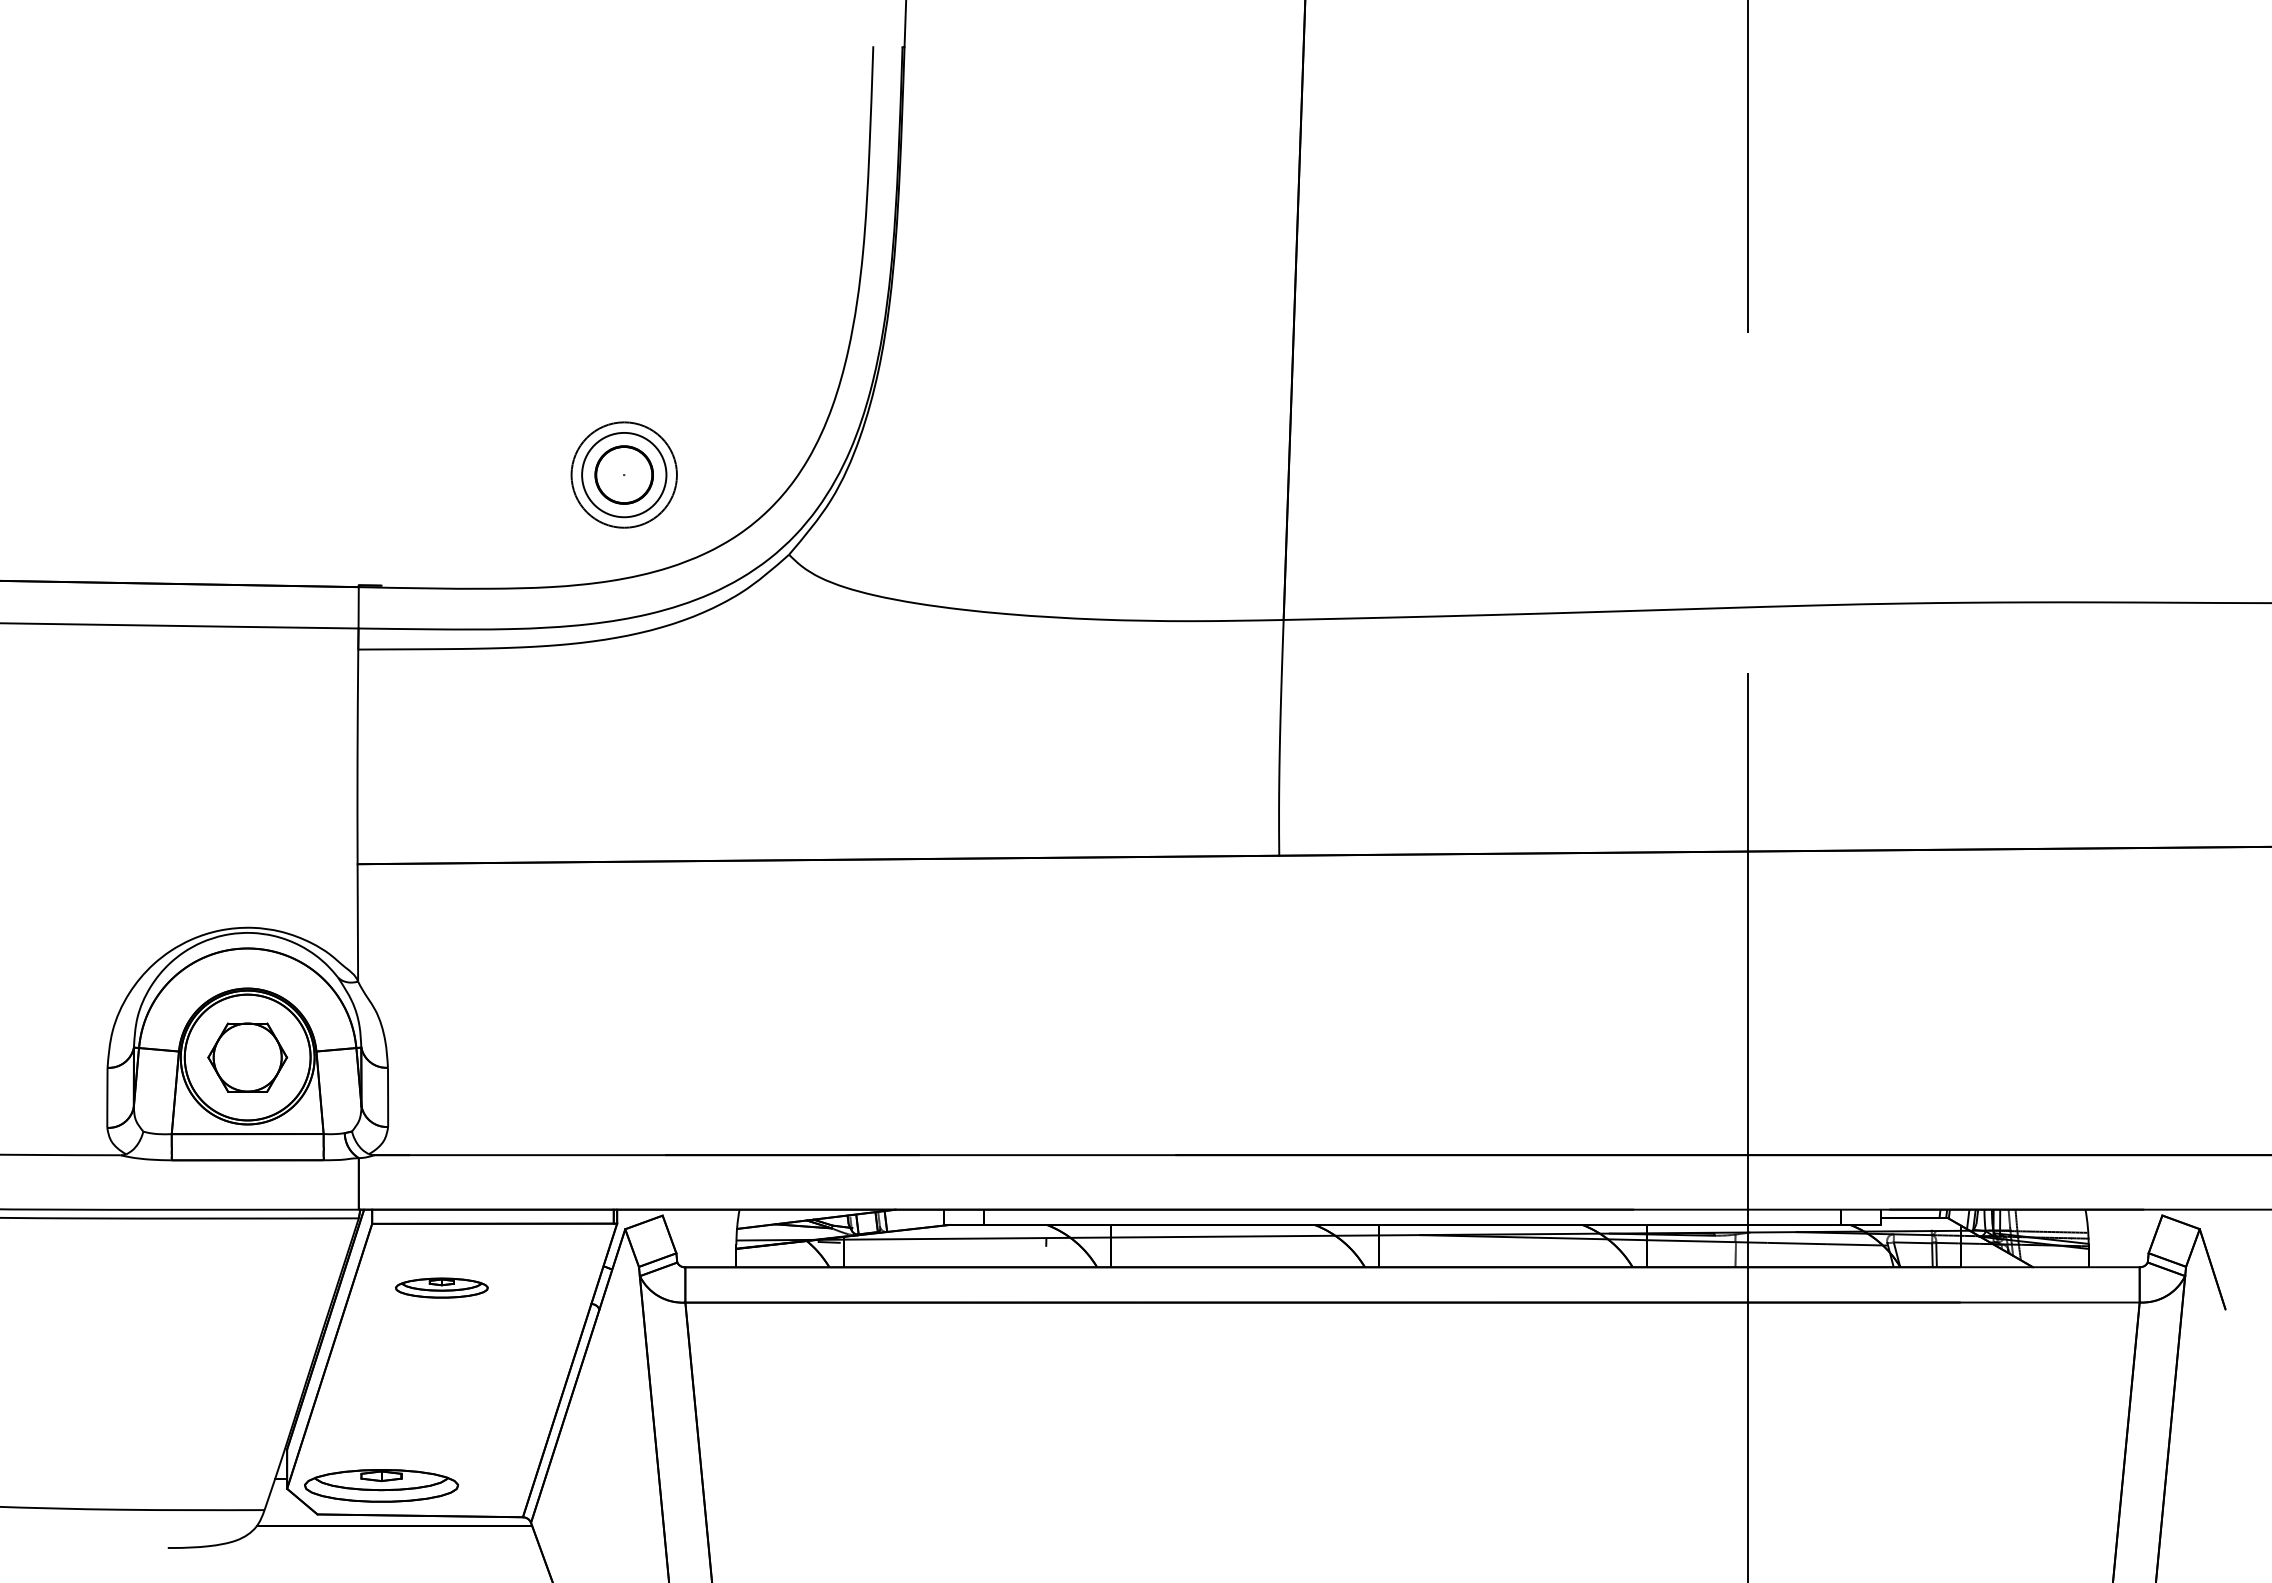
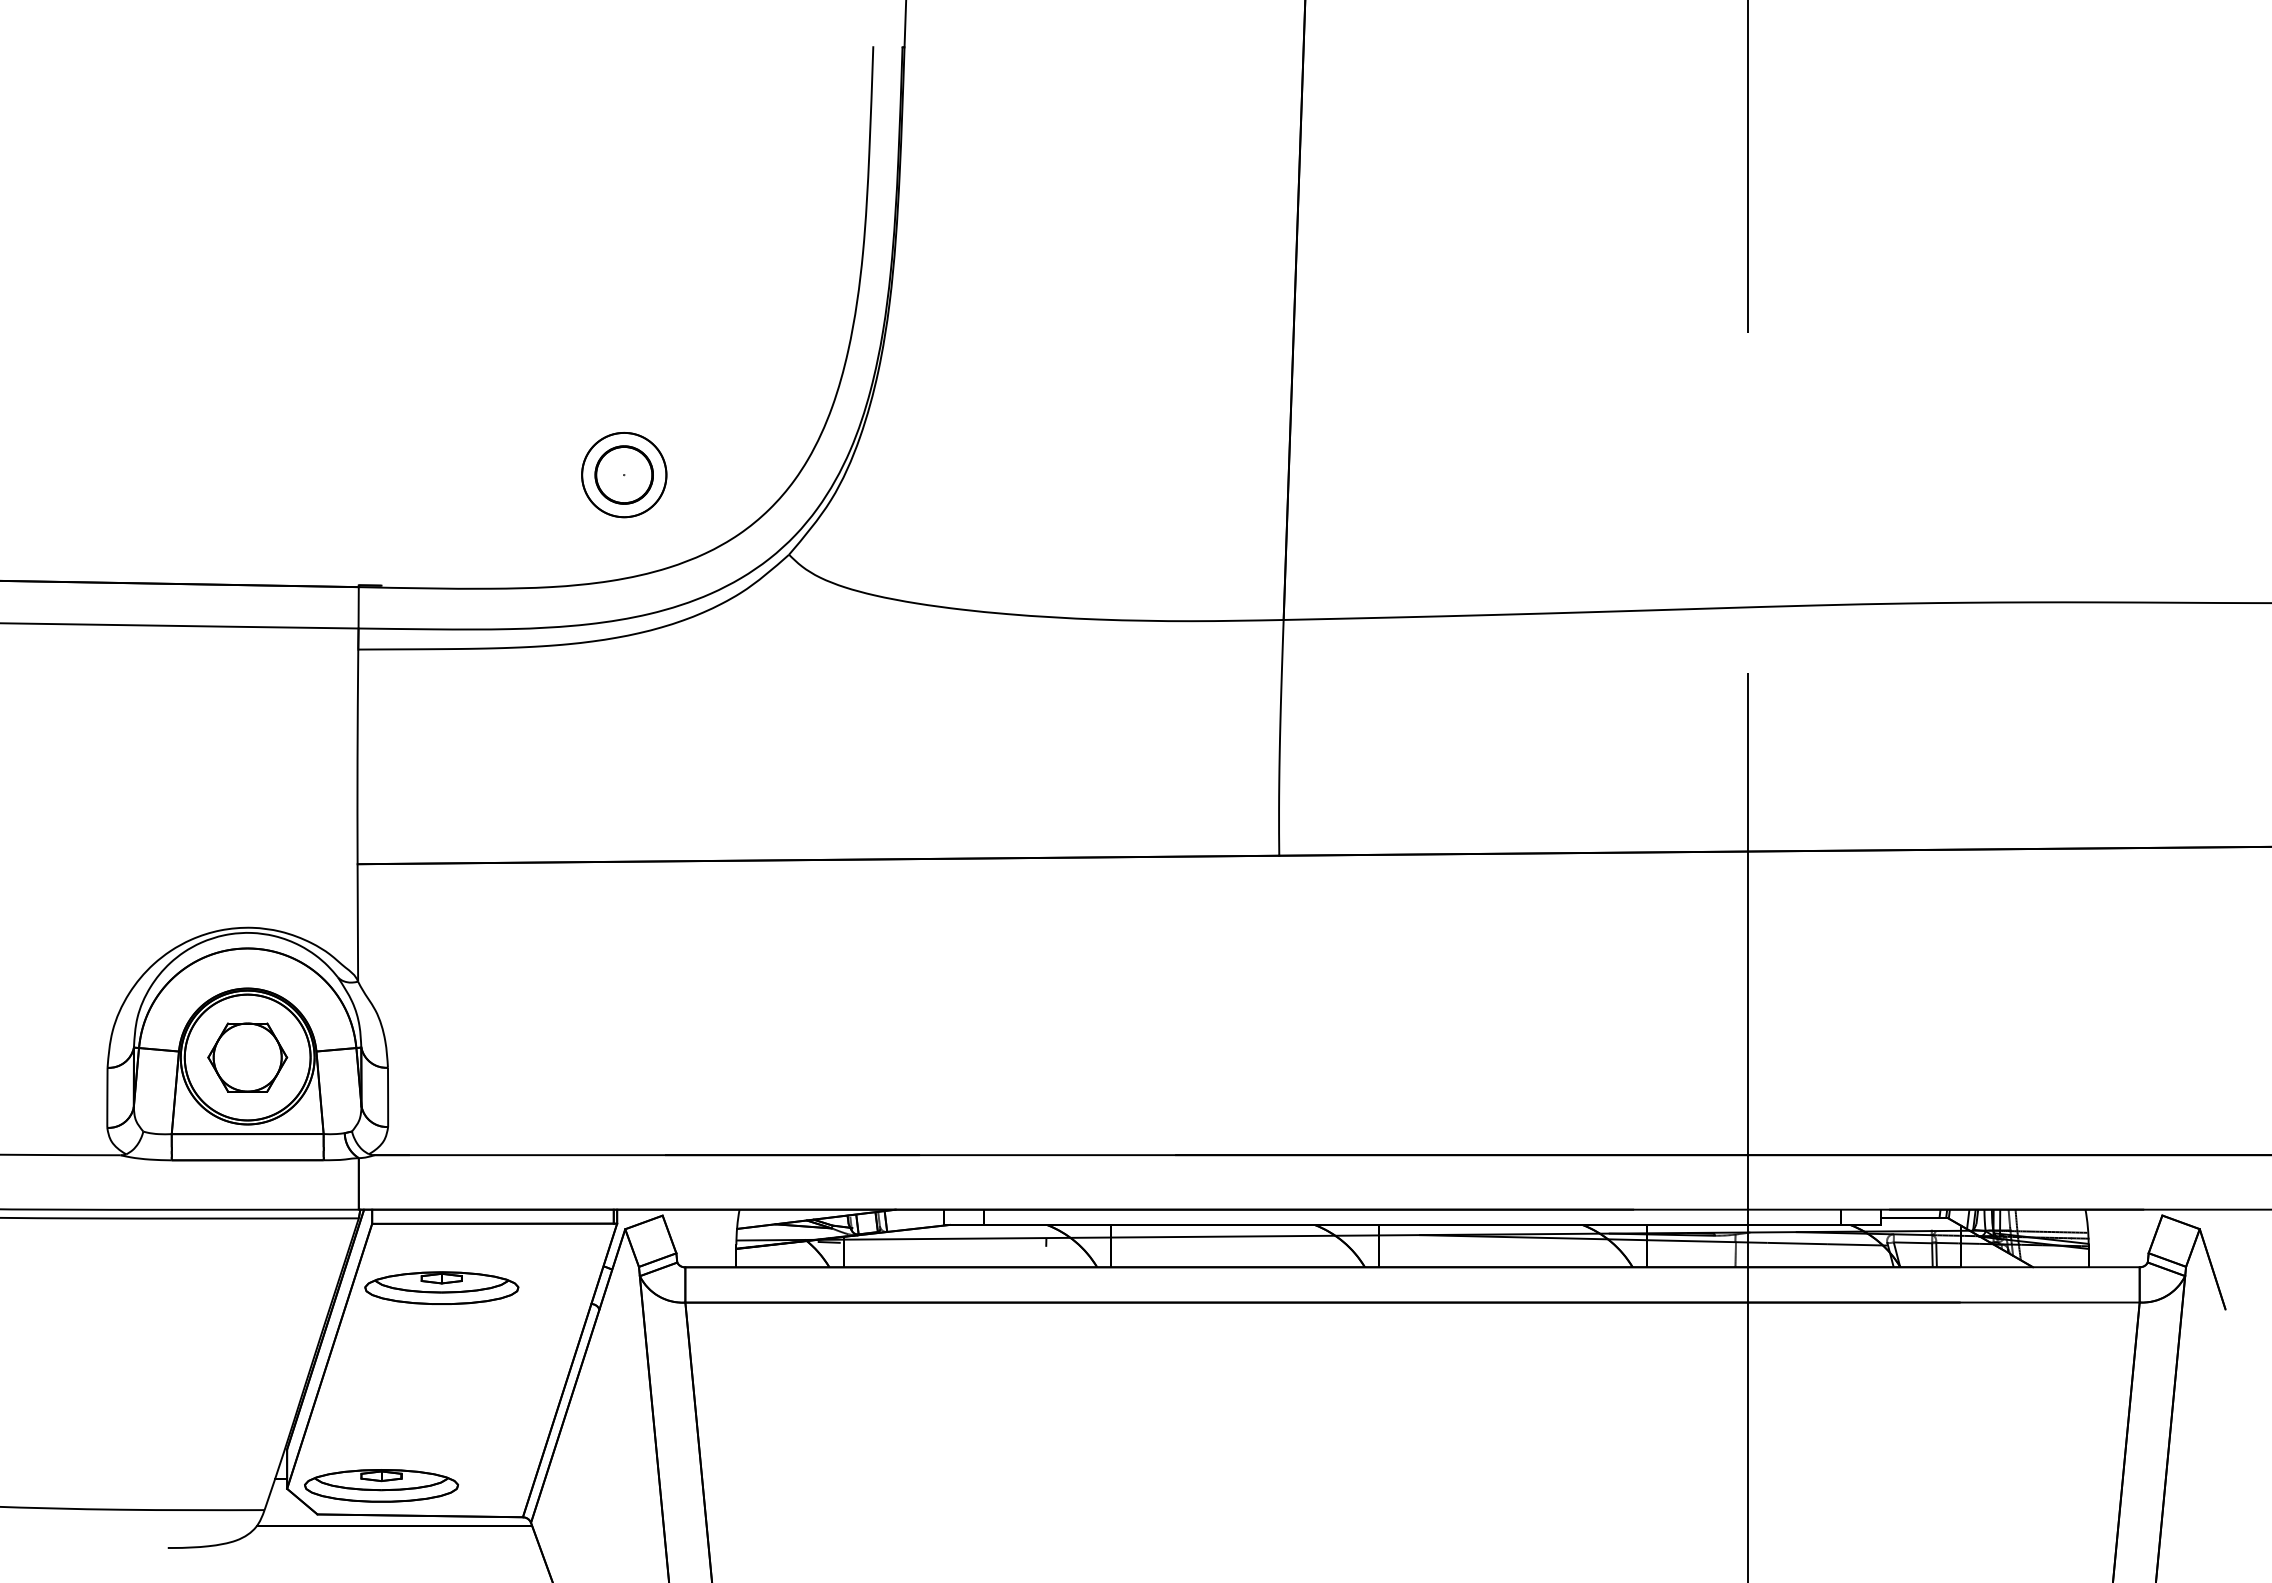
circle at (623, 474) diameter: 105 px -> 84 px
part at (441, 1287) size: 94x22 px -> 156x34 px
